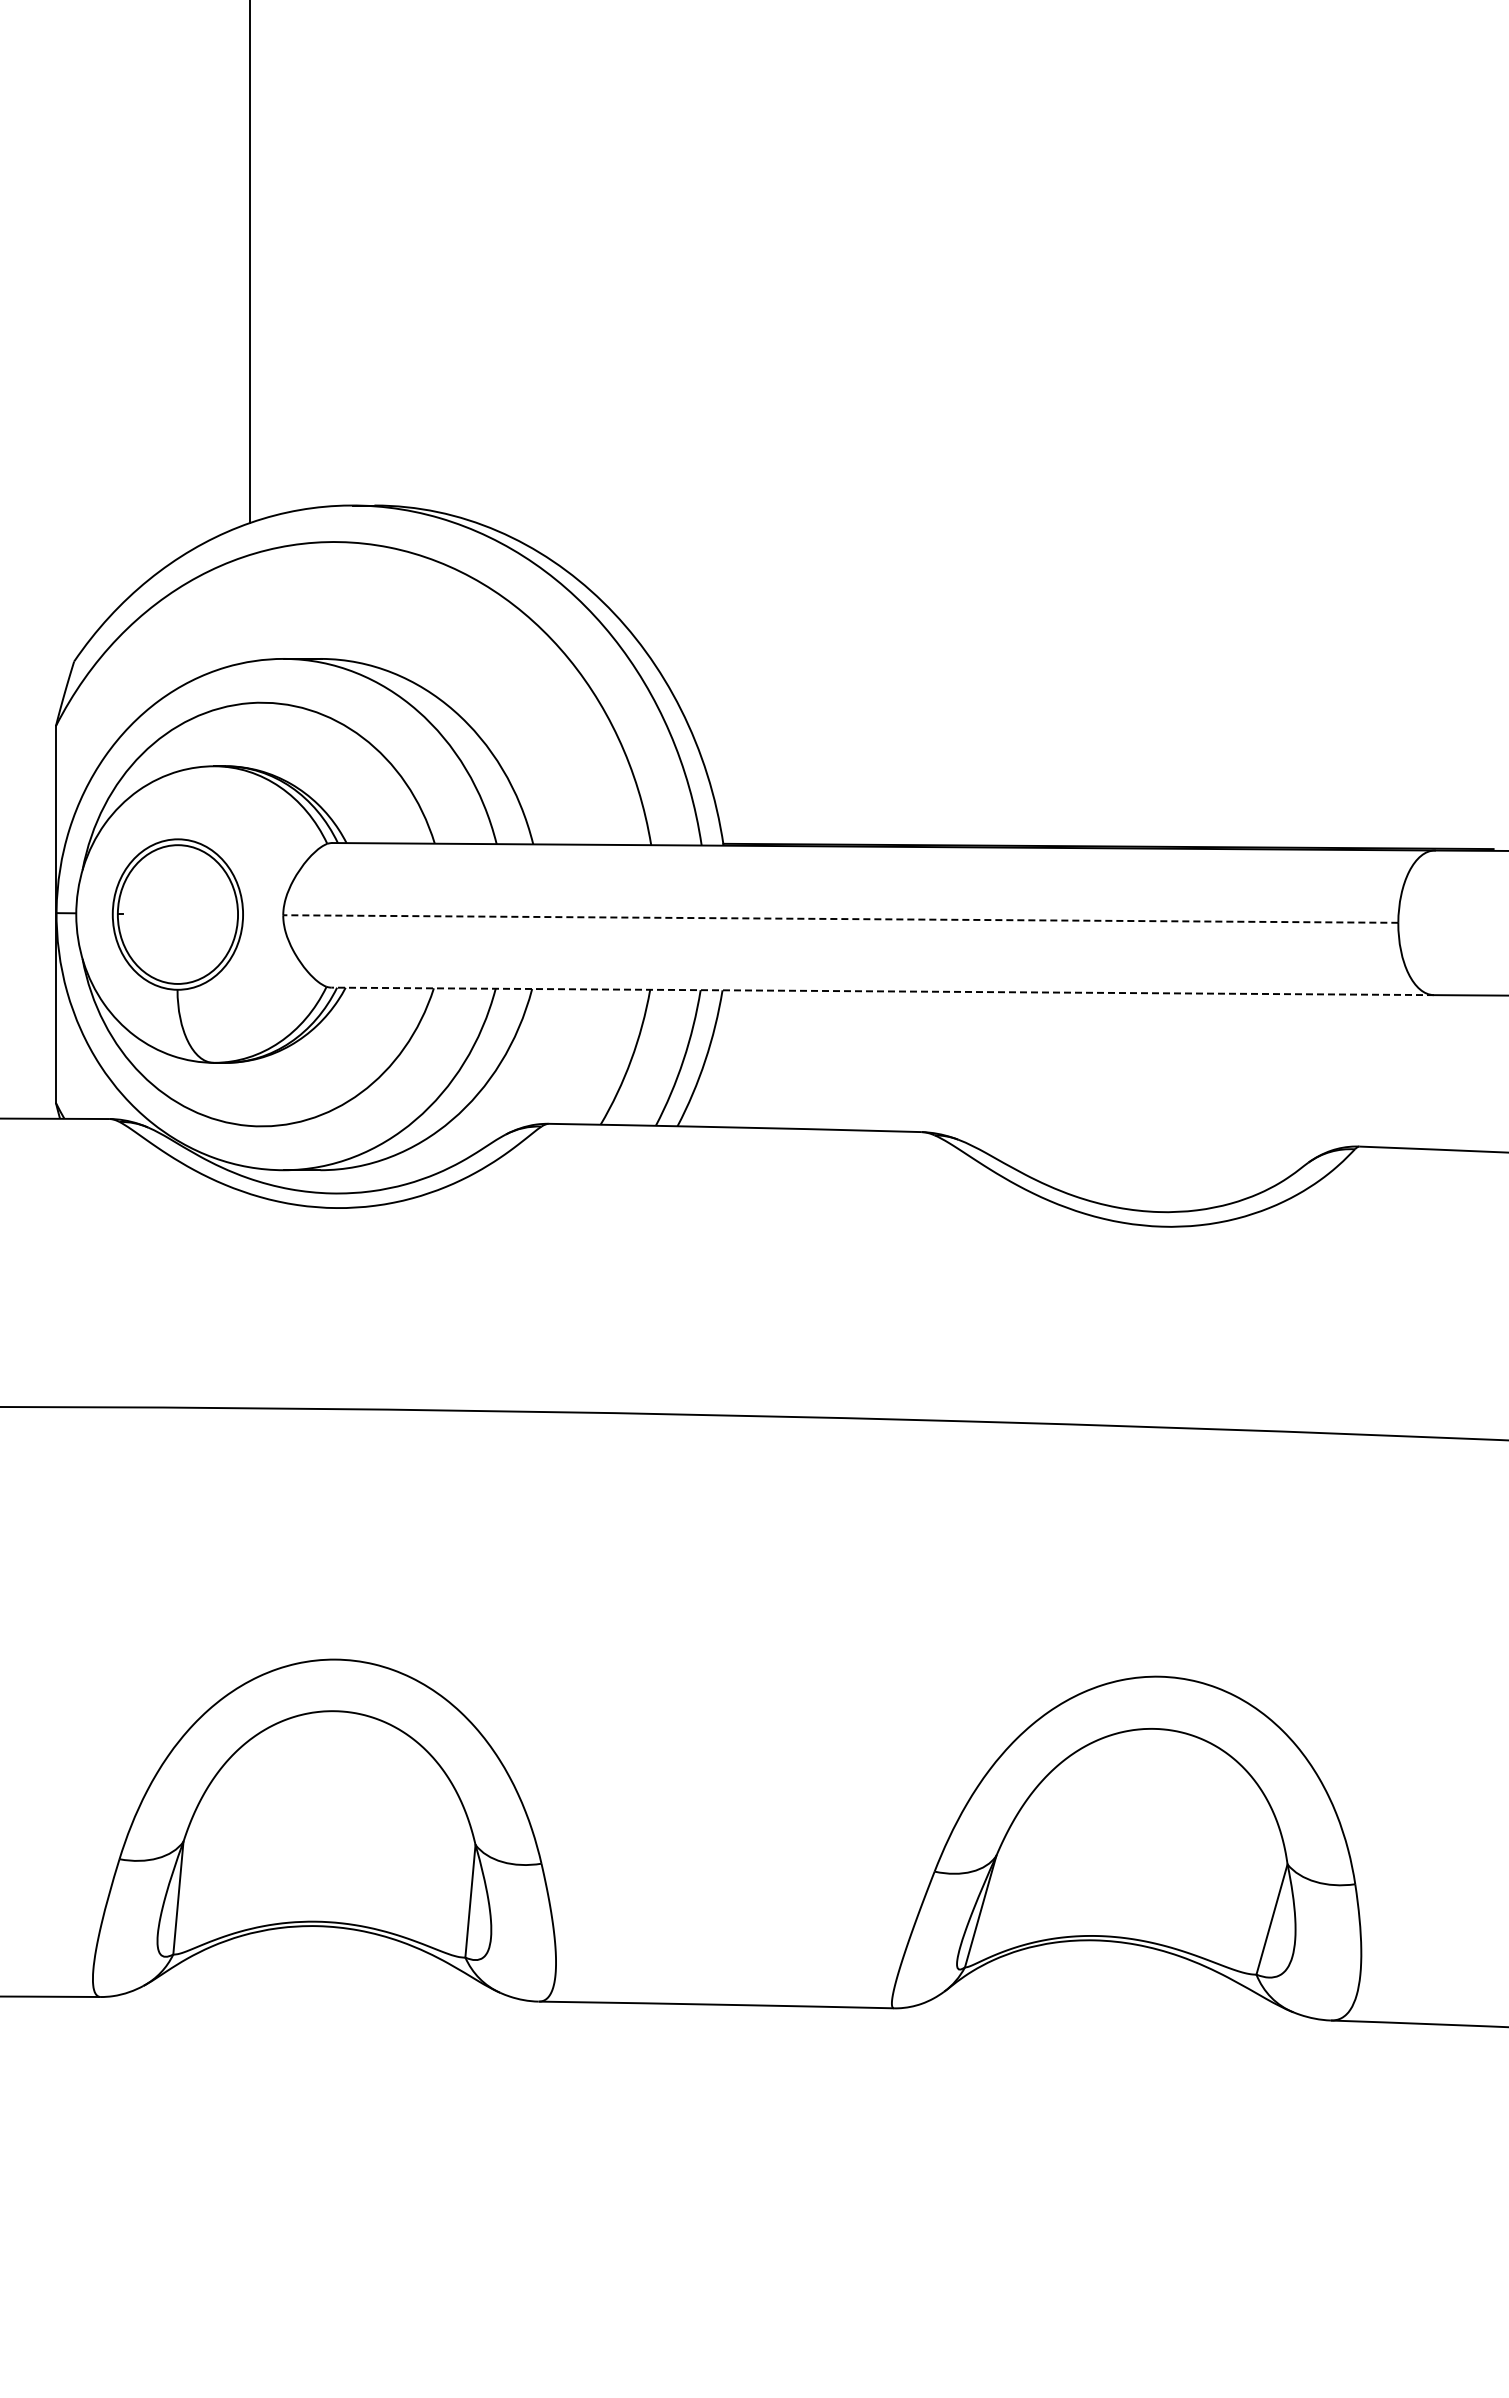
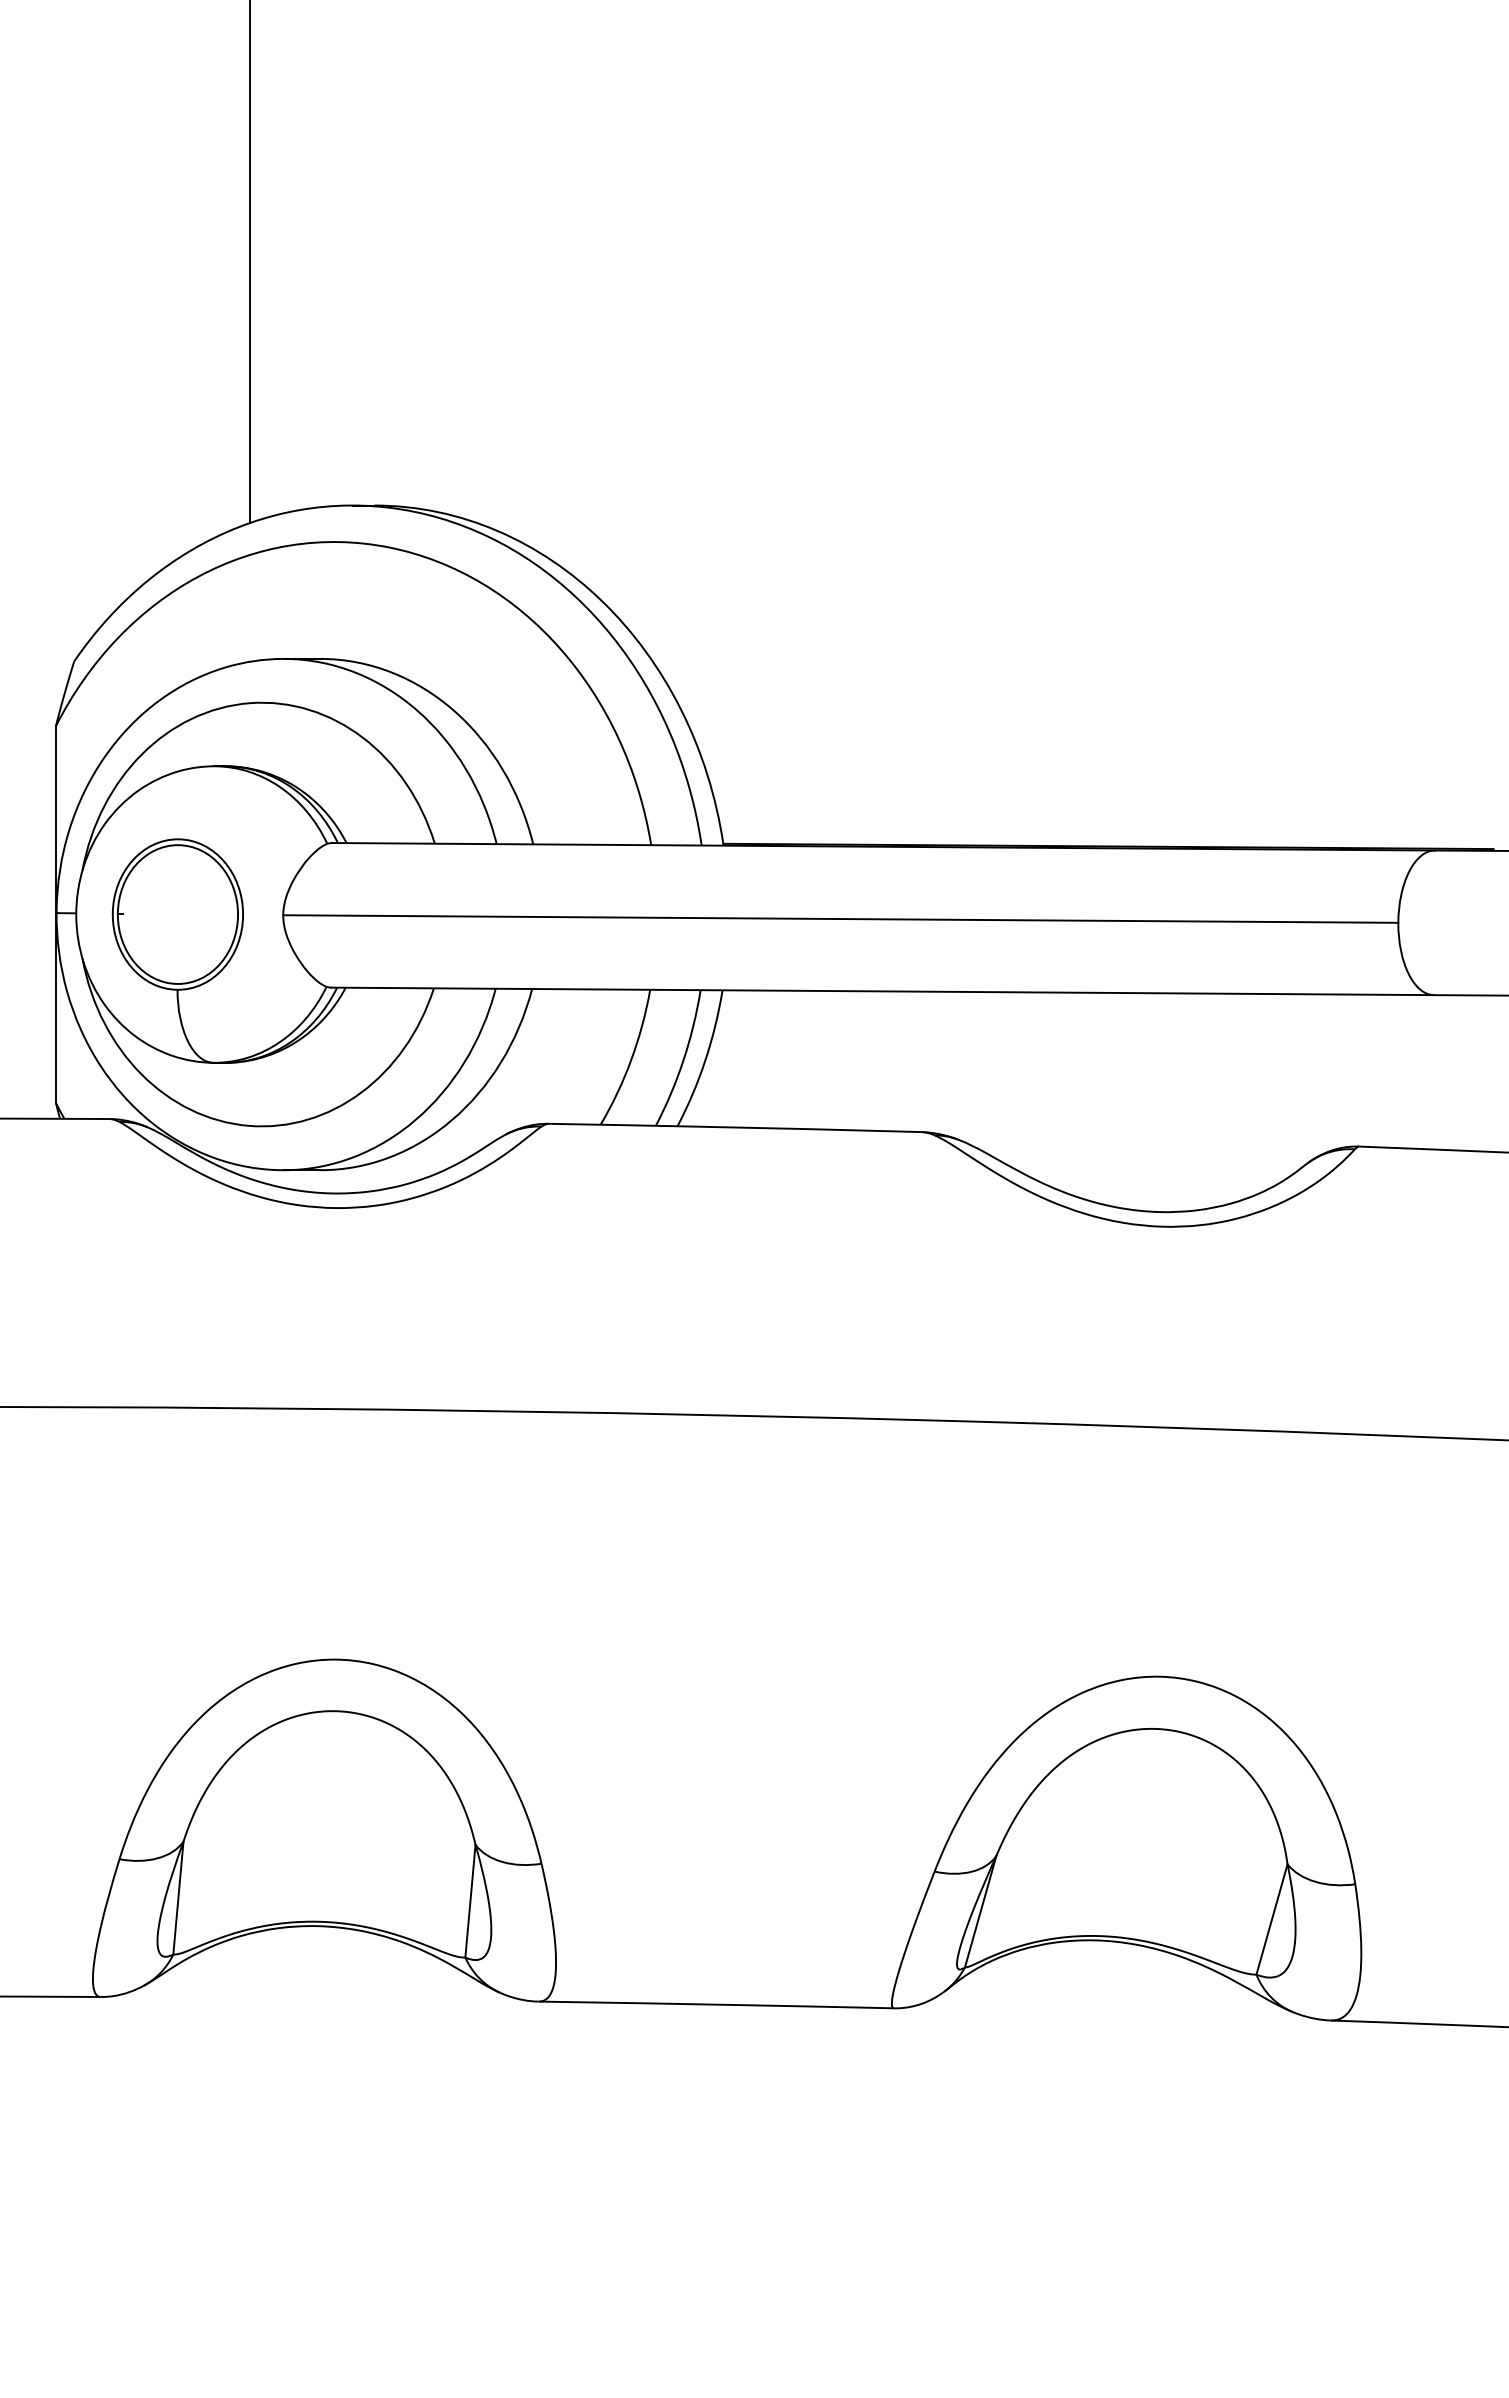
line at (840, 919): dashed -> solid
line at (882, 991): dashed -> solid
